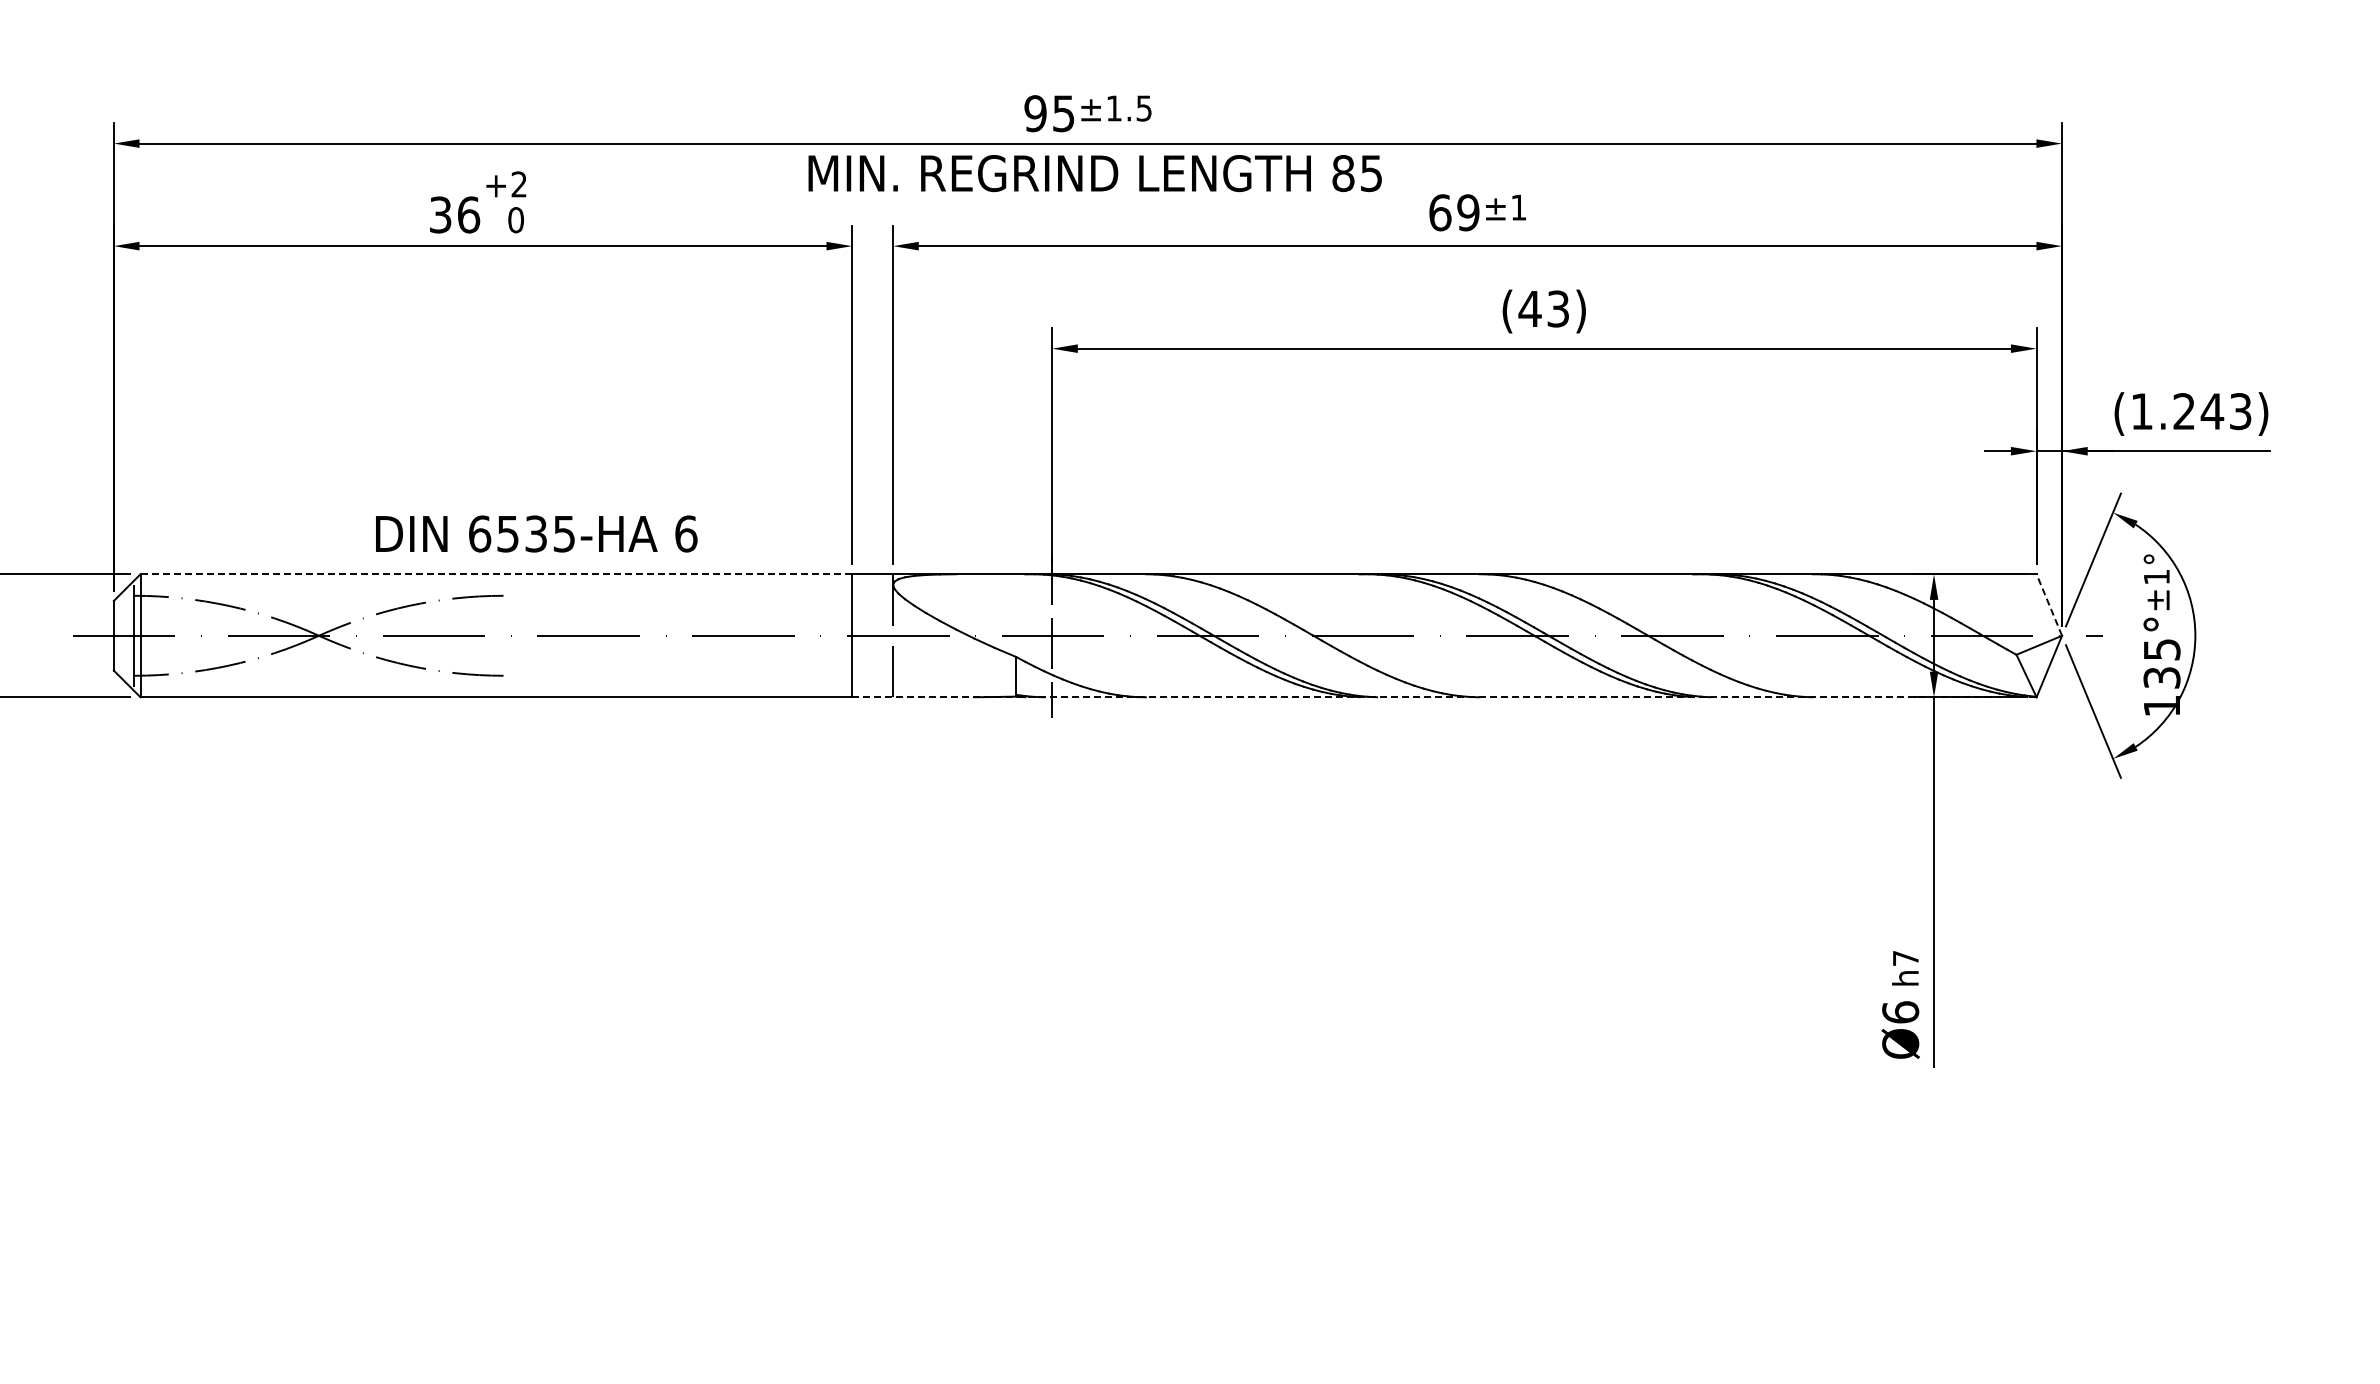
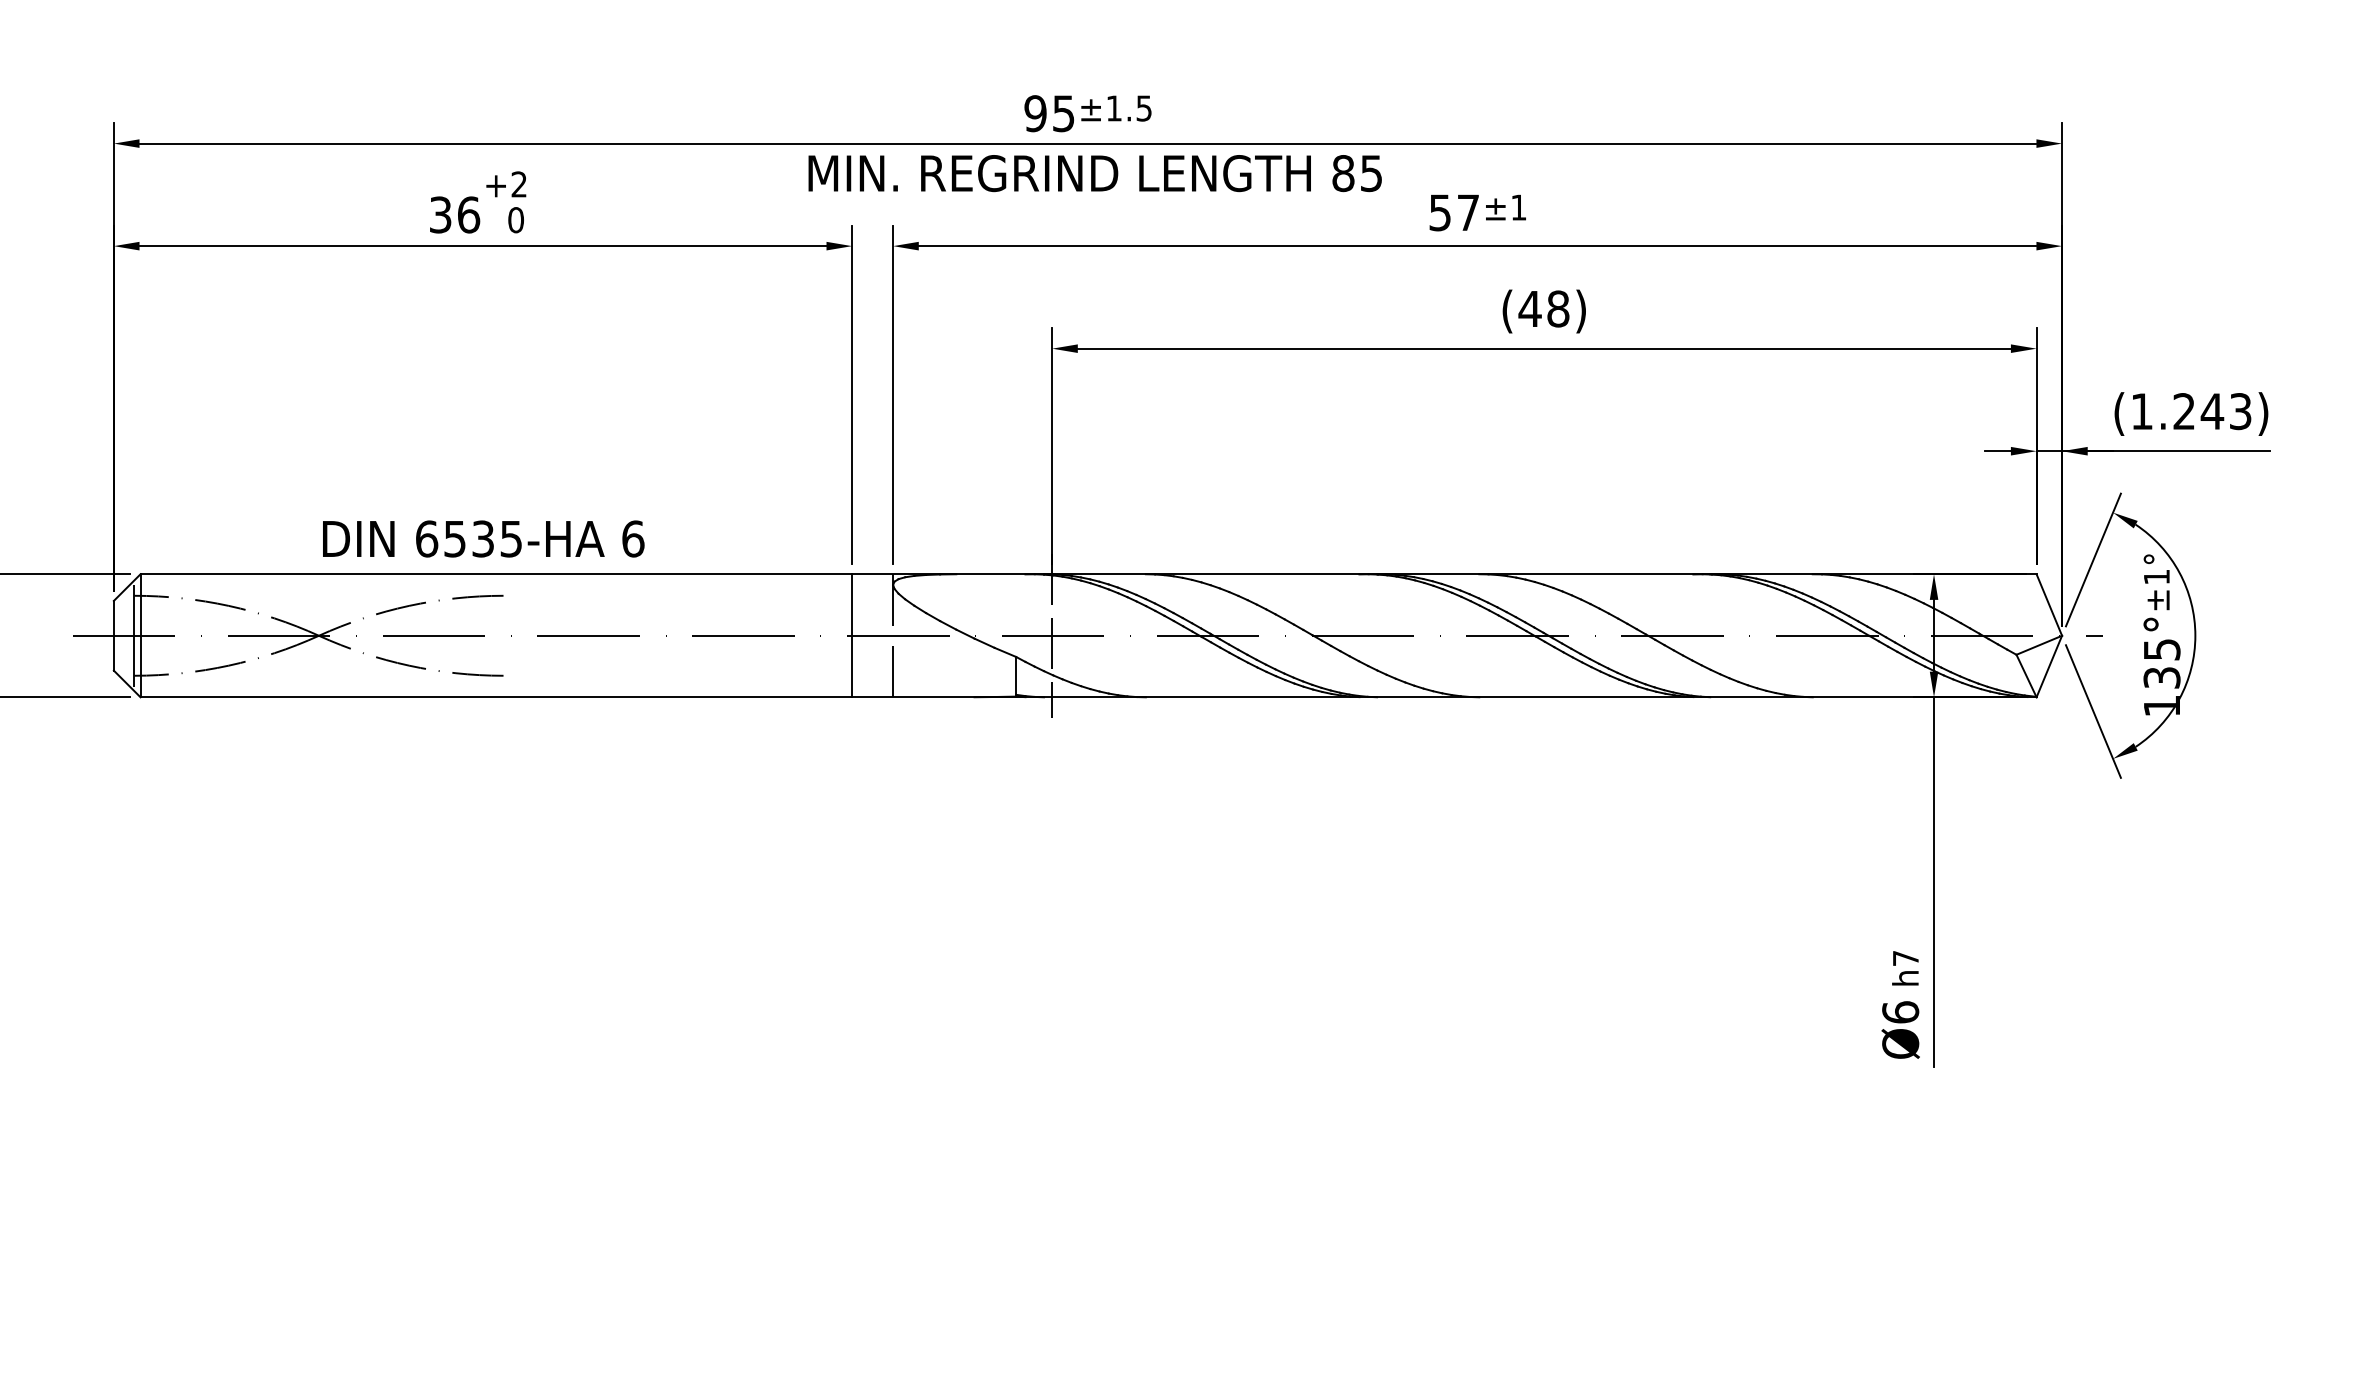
text at (1454, 212): 69 -> 57
text at (1558, 308): (43) -> (48)
text at (536, 533) position: (536, 533) -> (483, 538)
line at (496, 574): dashed -> solid
line at (2049, 604): dashed -> solid
line at (1444, 697): dashed -> solid
